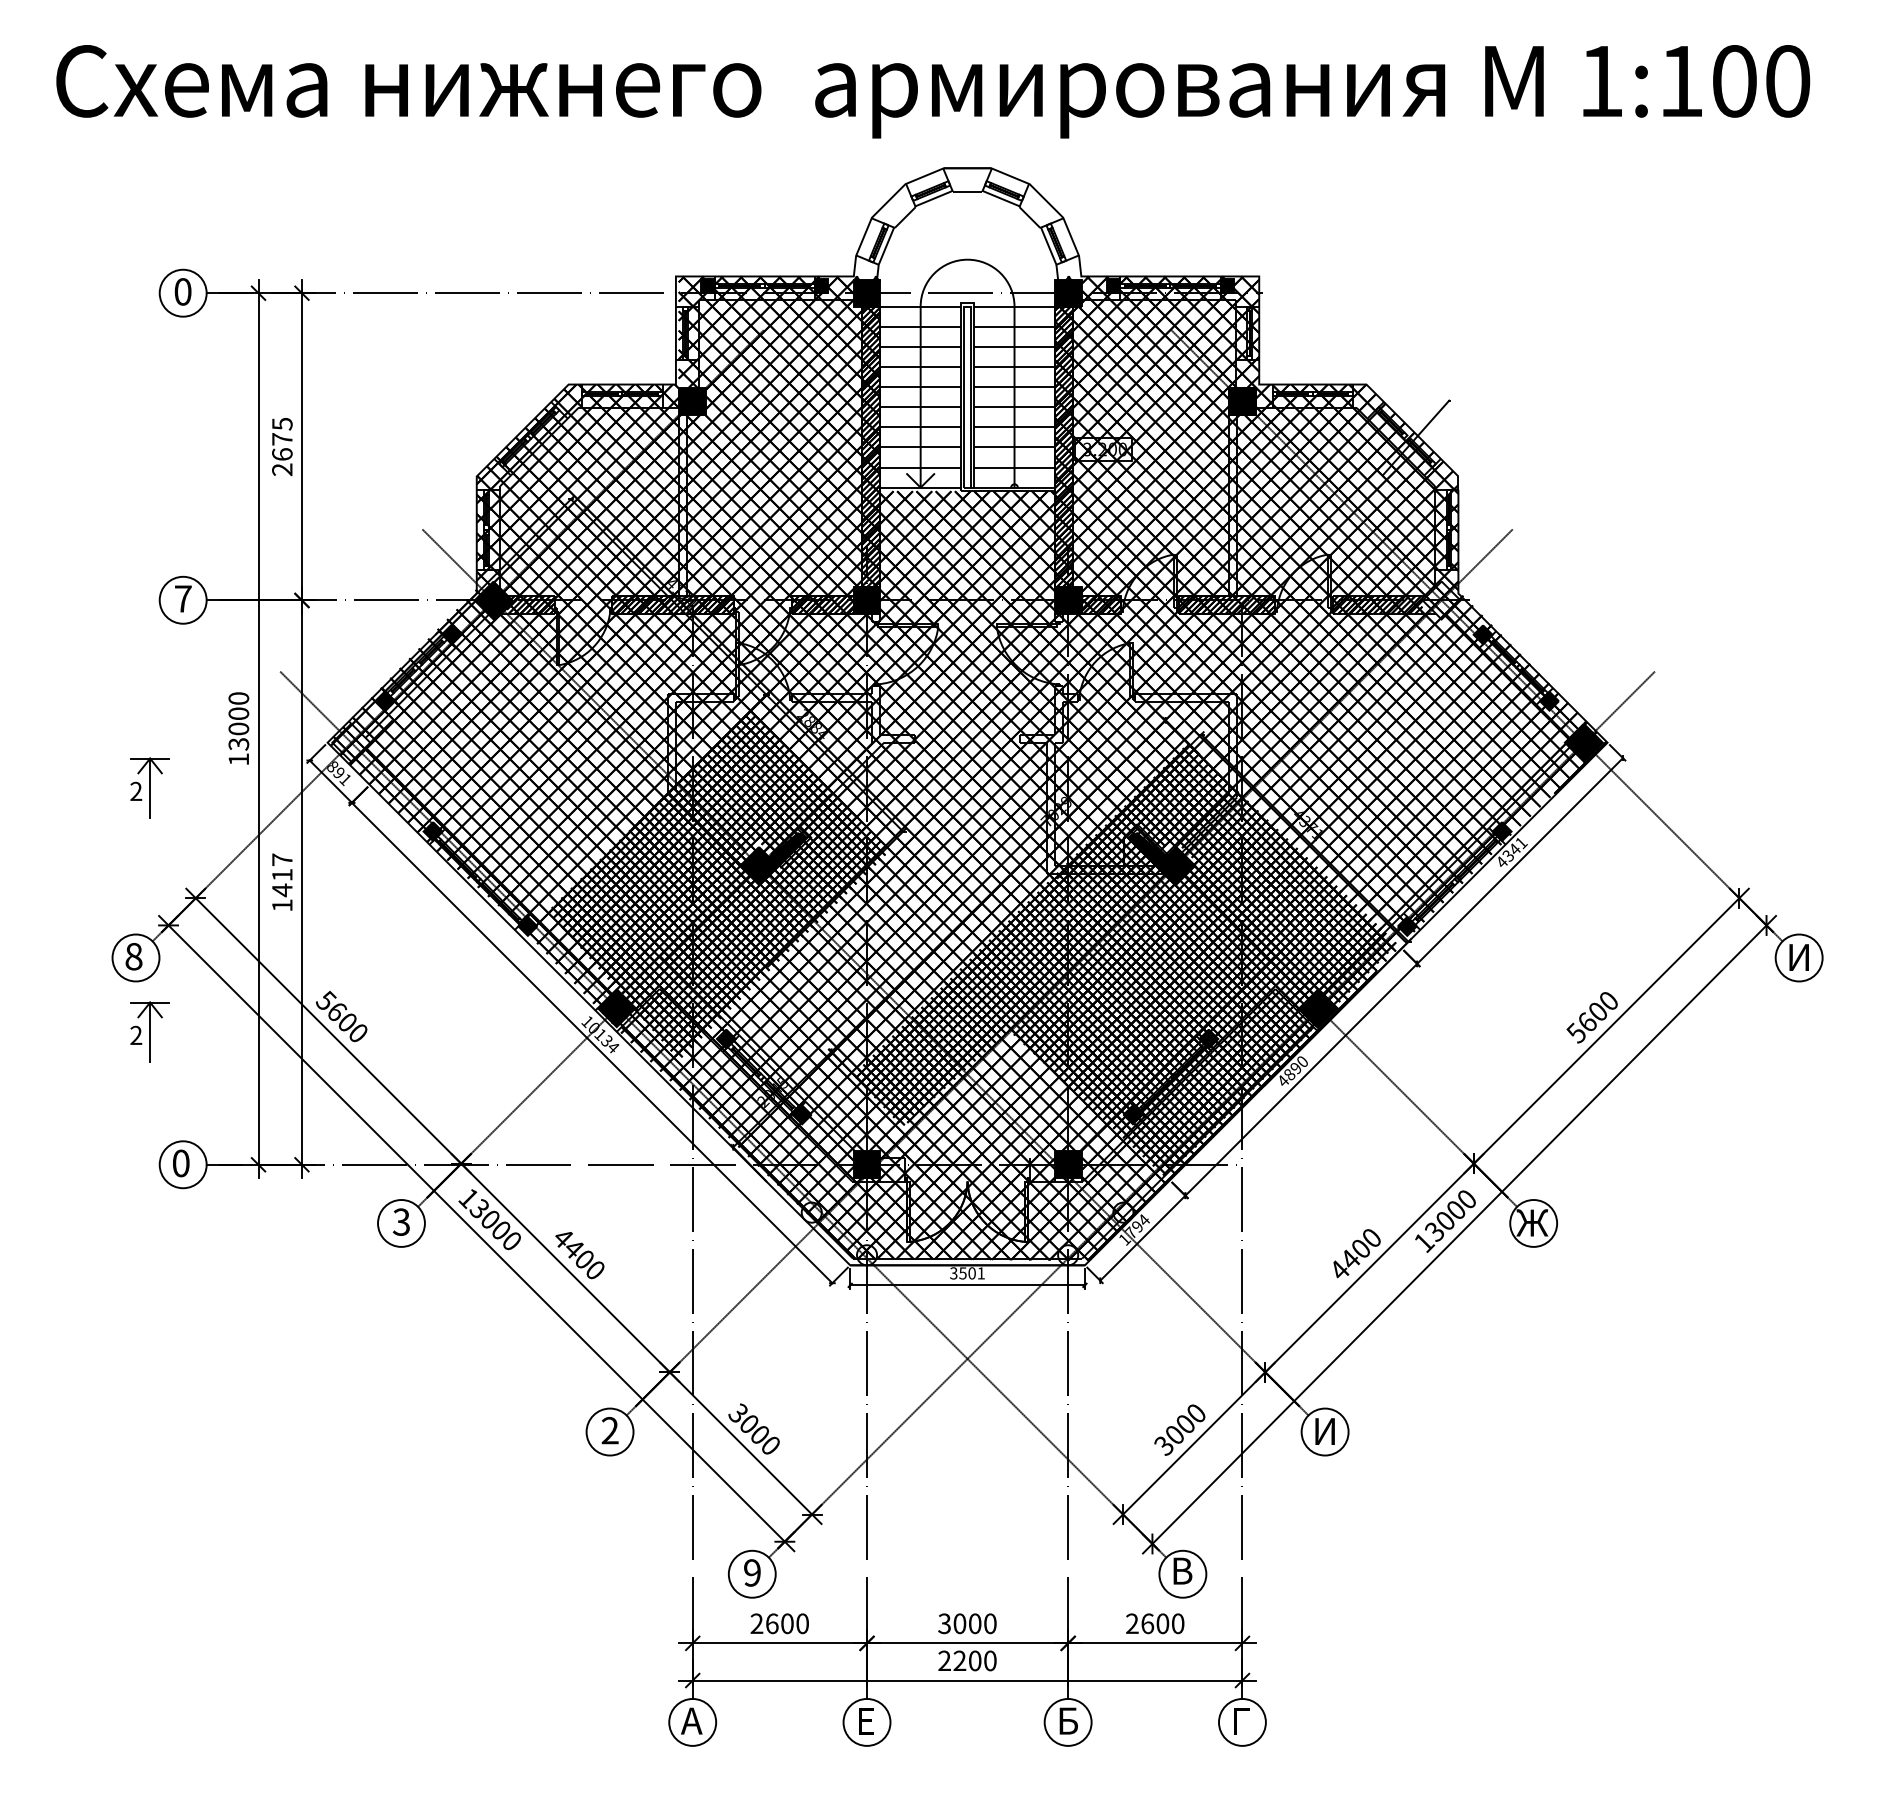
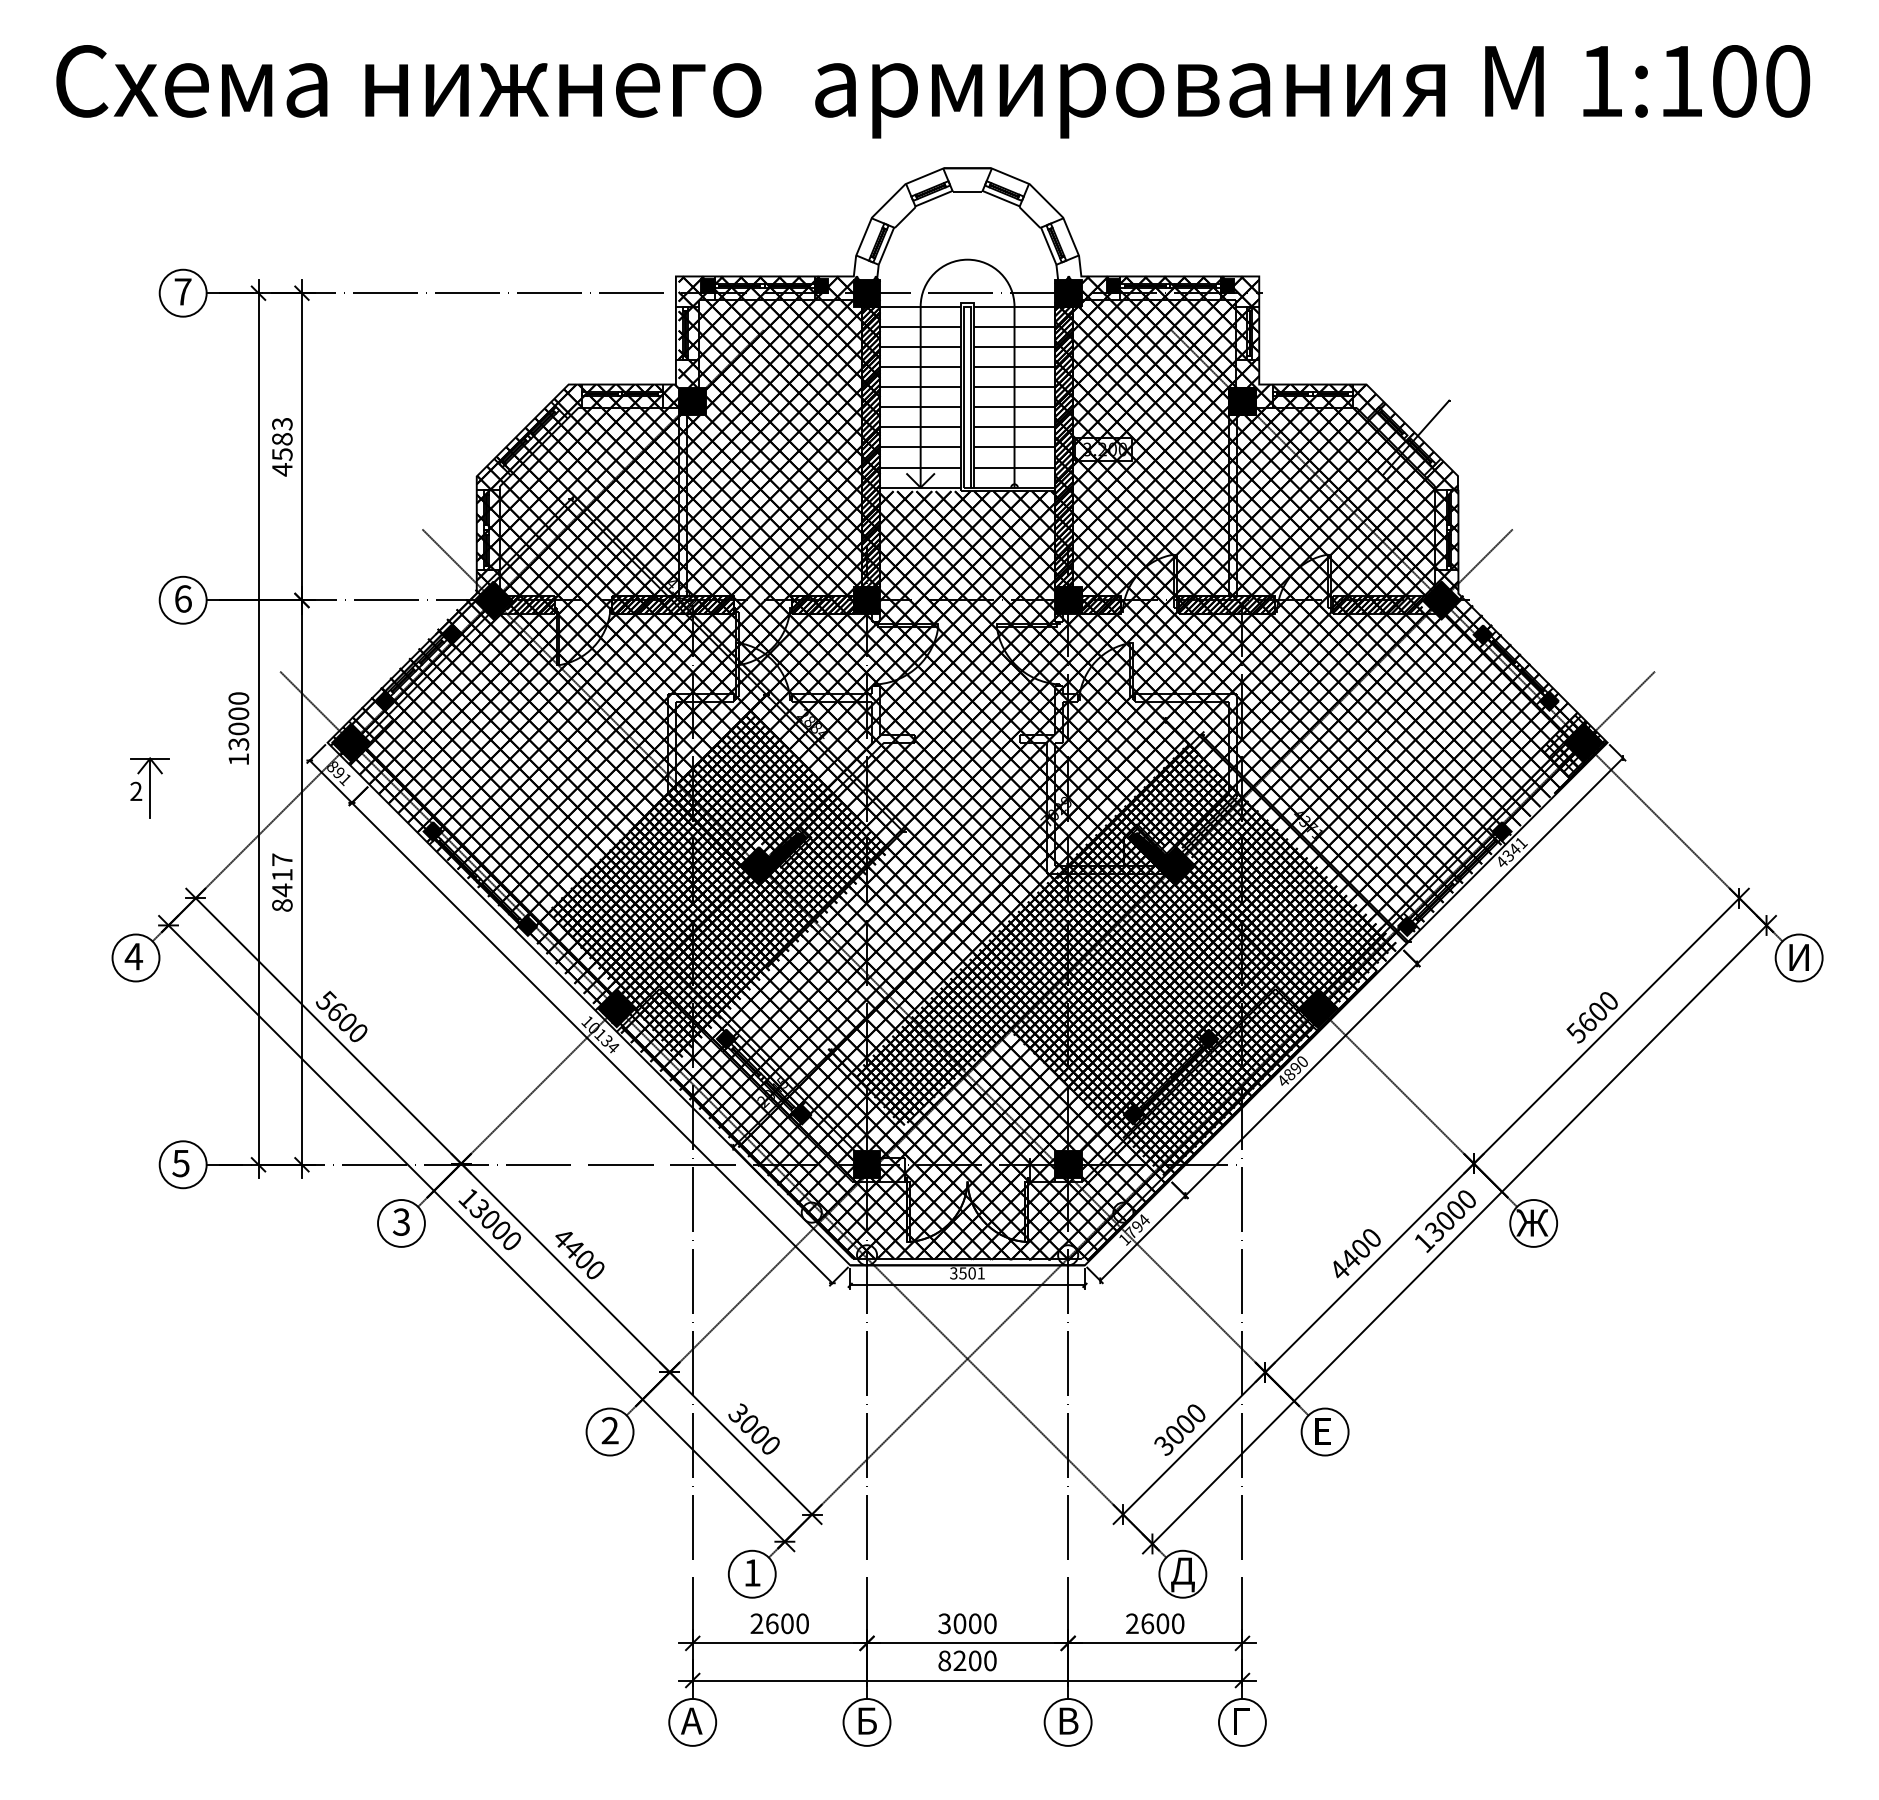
text at (182, 291): 0 -> 7
text at (282, 447): 2675 -> 4583
text at (183, 598): 7 -> 6
fill at (1441, 600): none -> present
fill at (351, 742): none -> present
hatch at (1573, 747): none -> present
text at (282, 905): 1417 -> 8417
text at (133, 956): 8 -> 4
part at (149, 1031): present -> none
text at (180, 1163): 0 -> 5
text at (1324, 1431): И -> Е
text at (752, 1572): 9 -> 1
text at (1182, 1574): В -> Д
text at (944, 1660): 2200 -> 8200
text at (1070, 1719): Б -> В
text at (867, 1720): Е -> Б
